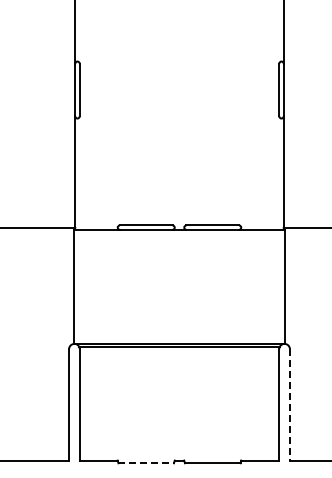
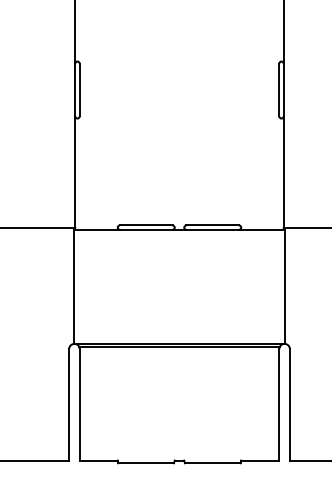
line at (289, 404): dashed -> solid
line at (146, 463): dashed -> solid
